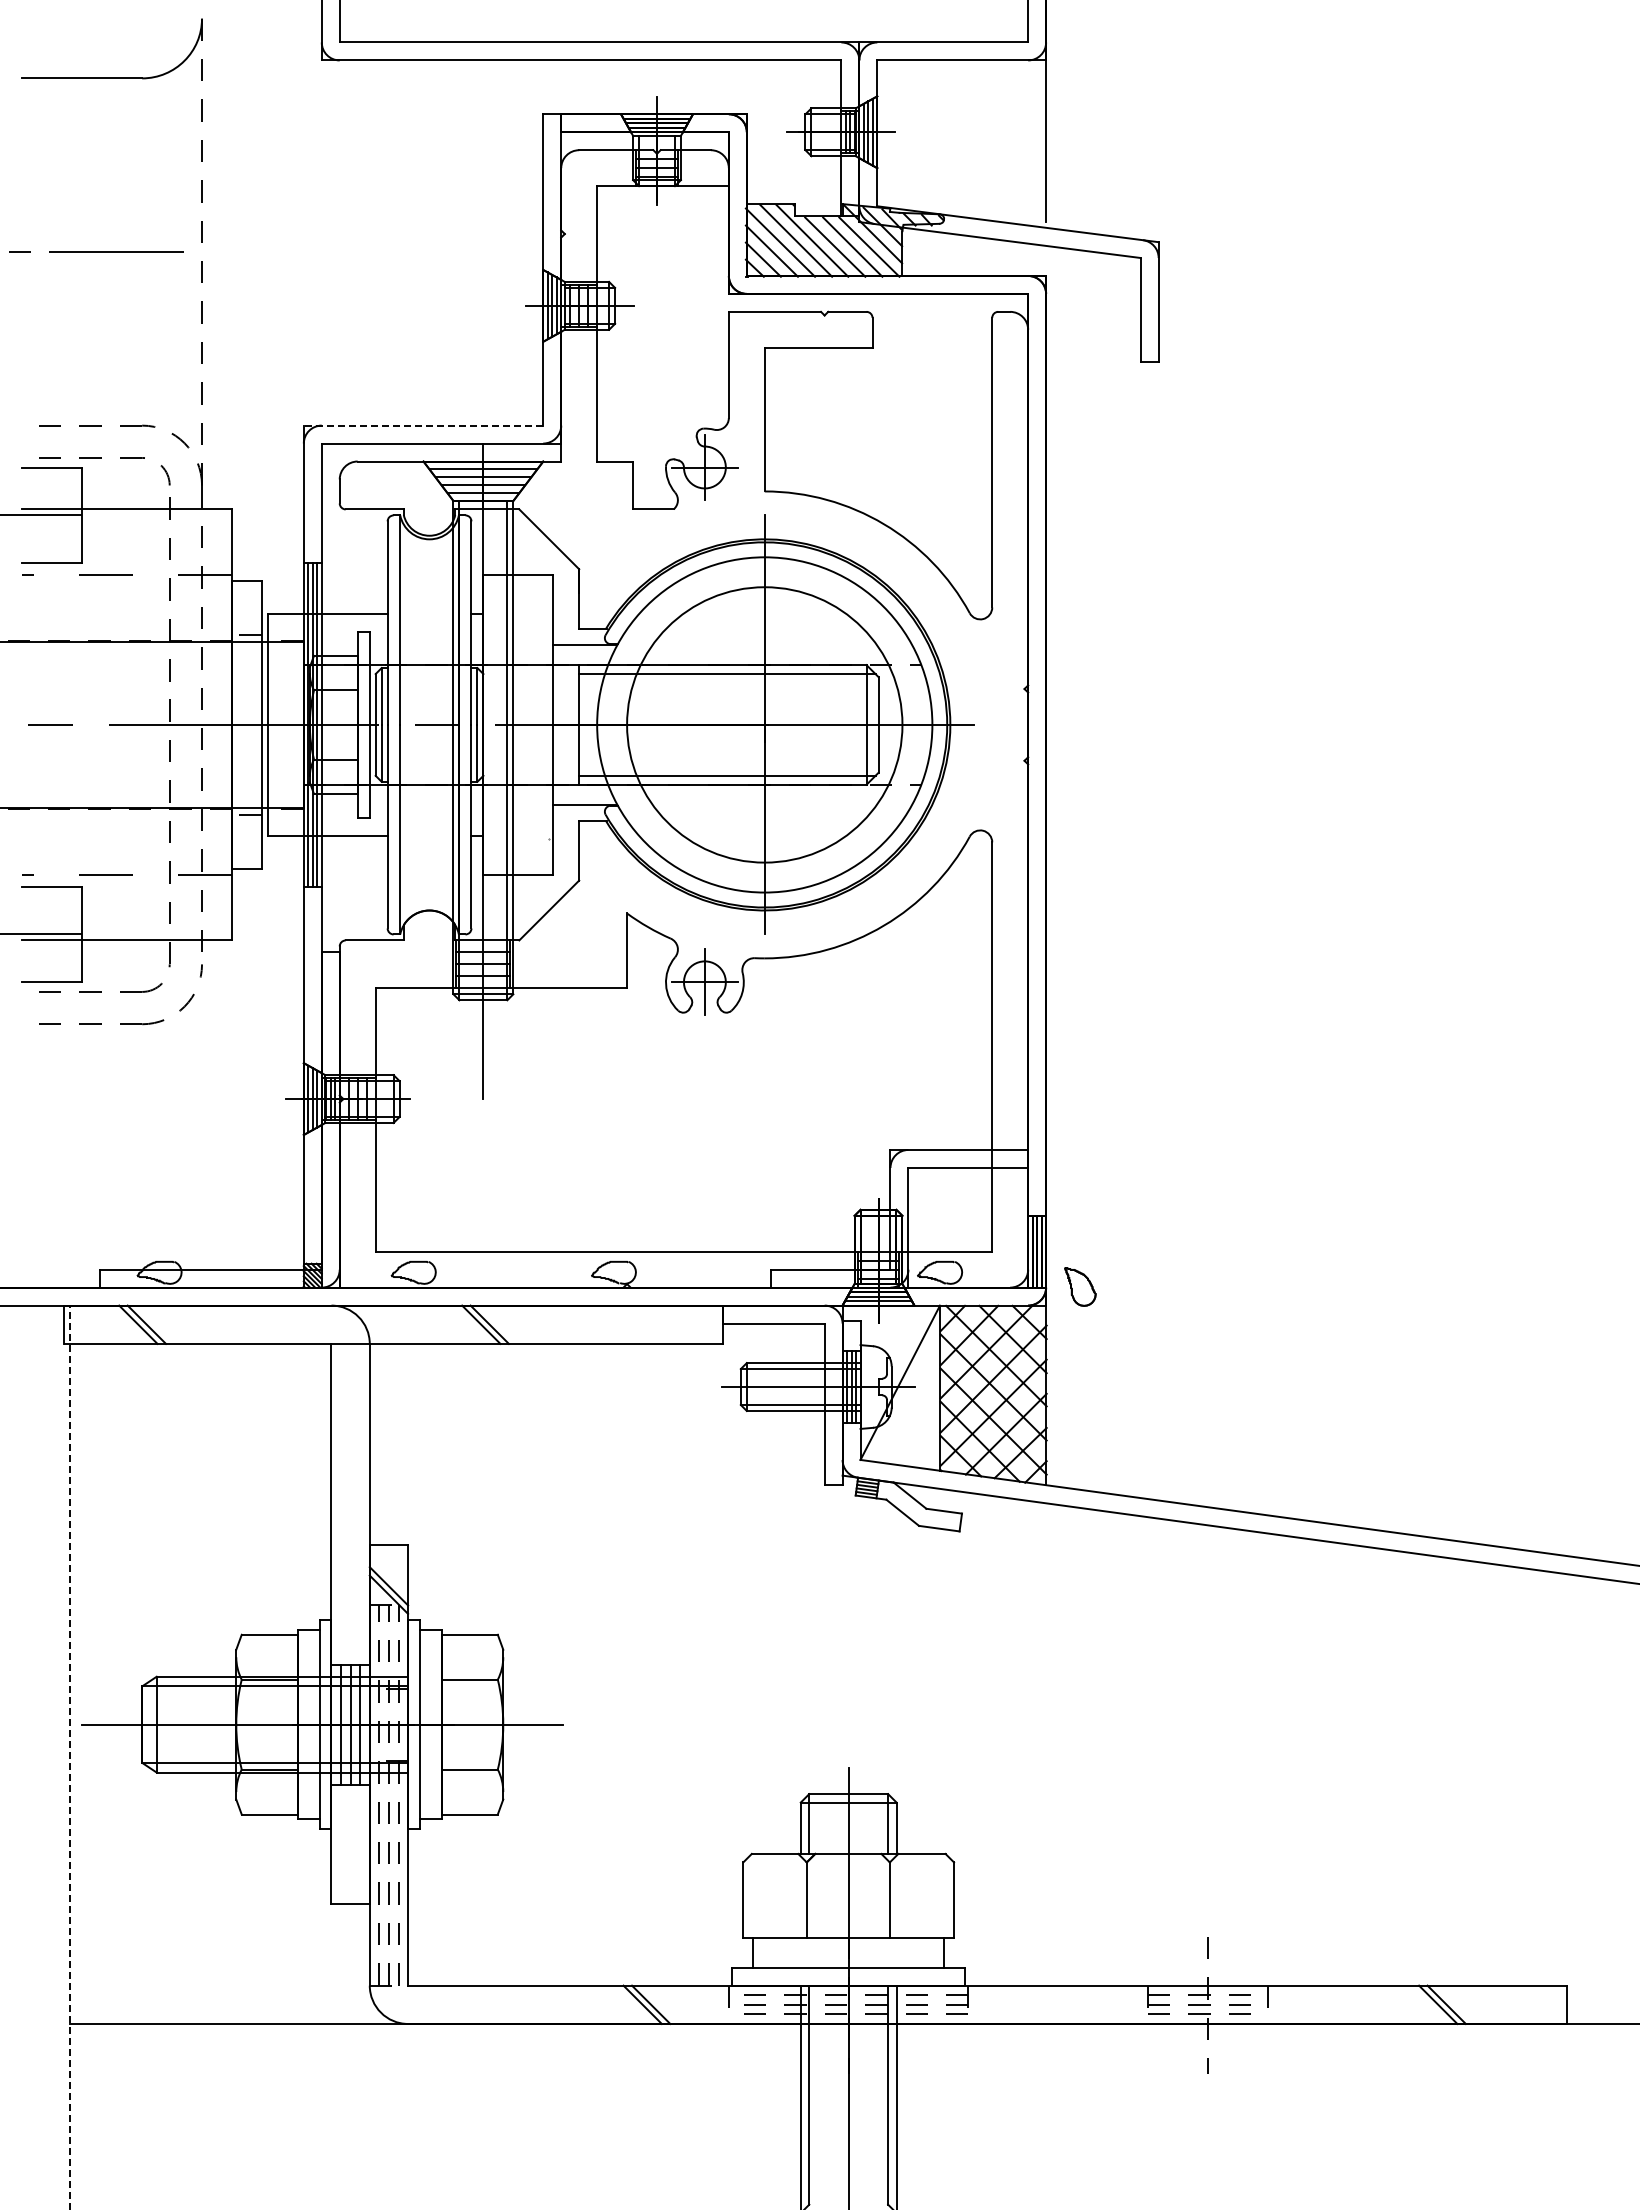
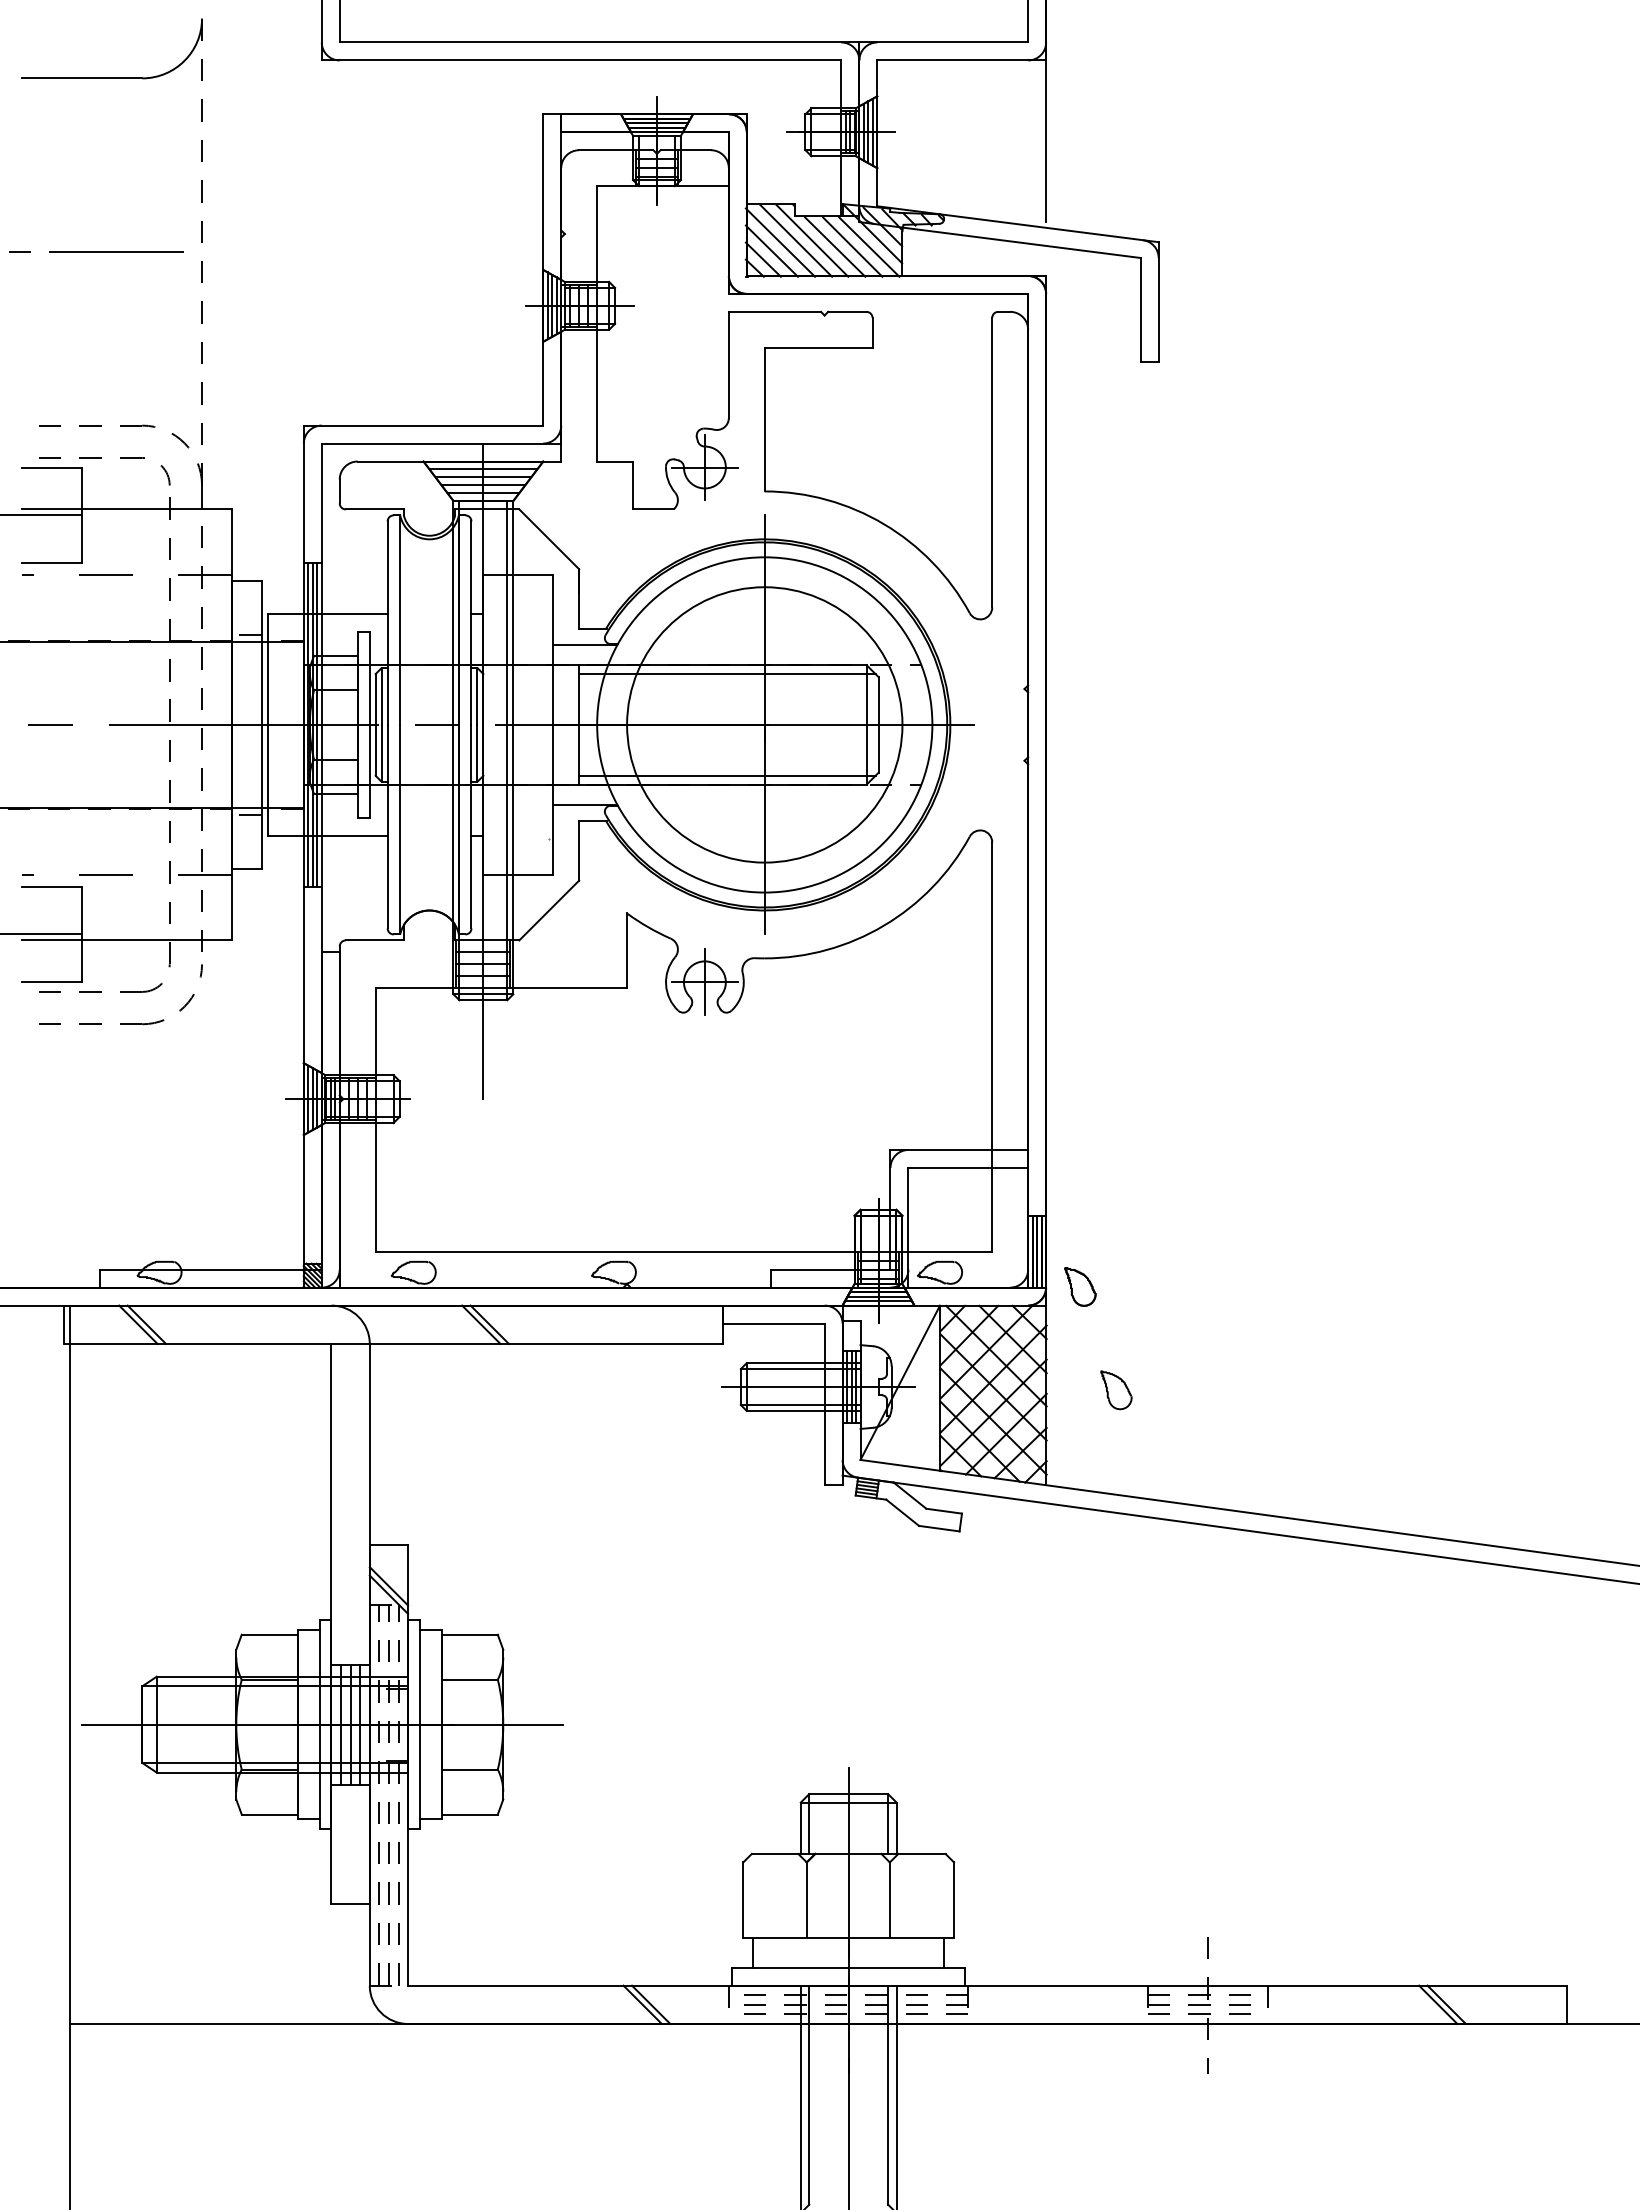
line at (423, 425): dashed -> solid
part at (1116, 1390): none -> present
line at (70, 1757): dashed -> solid
